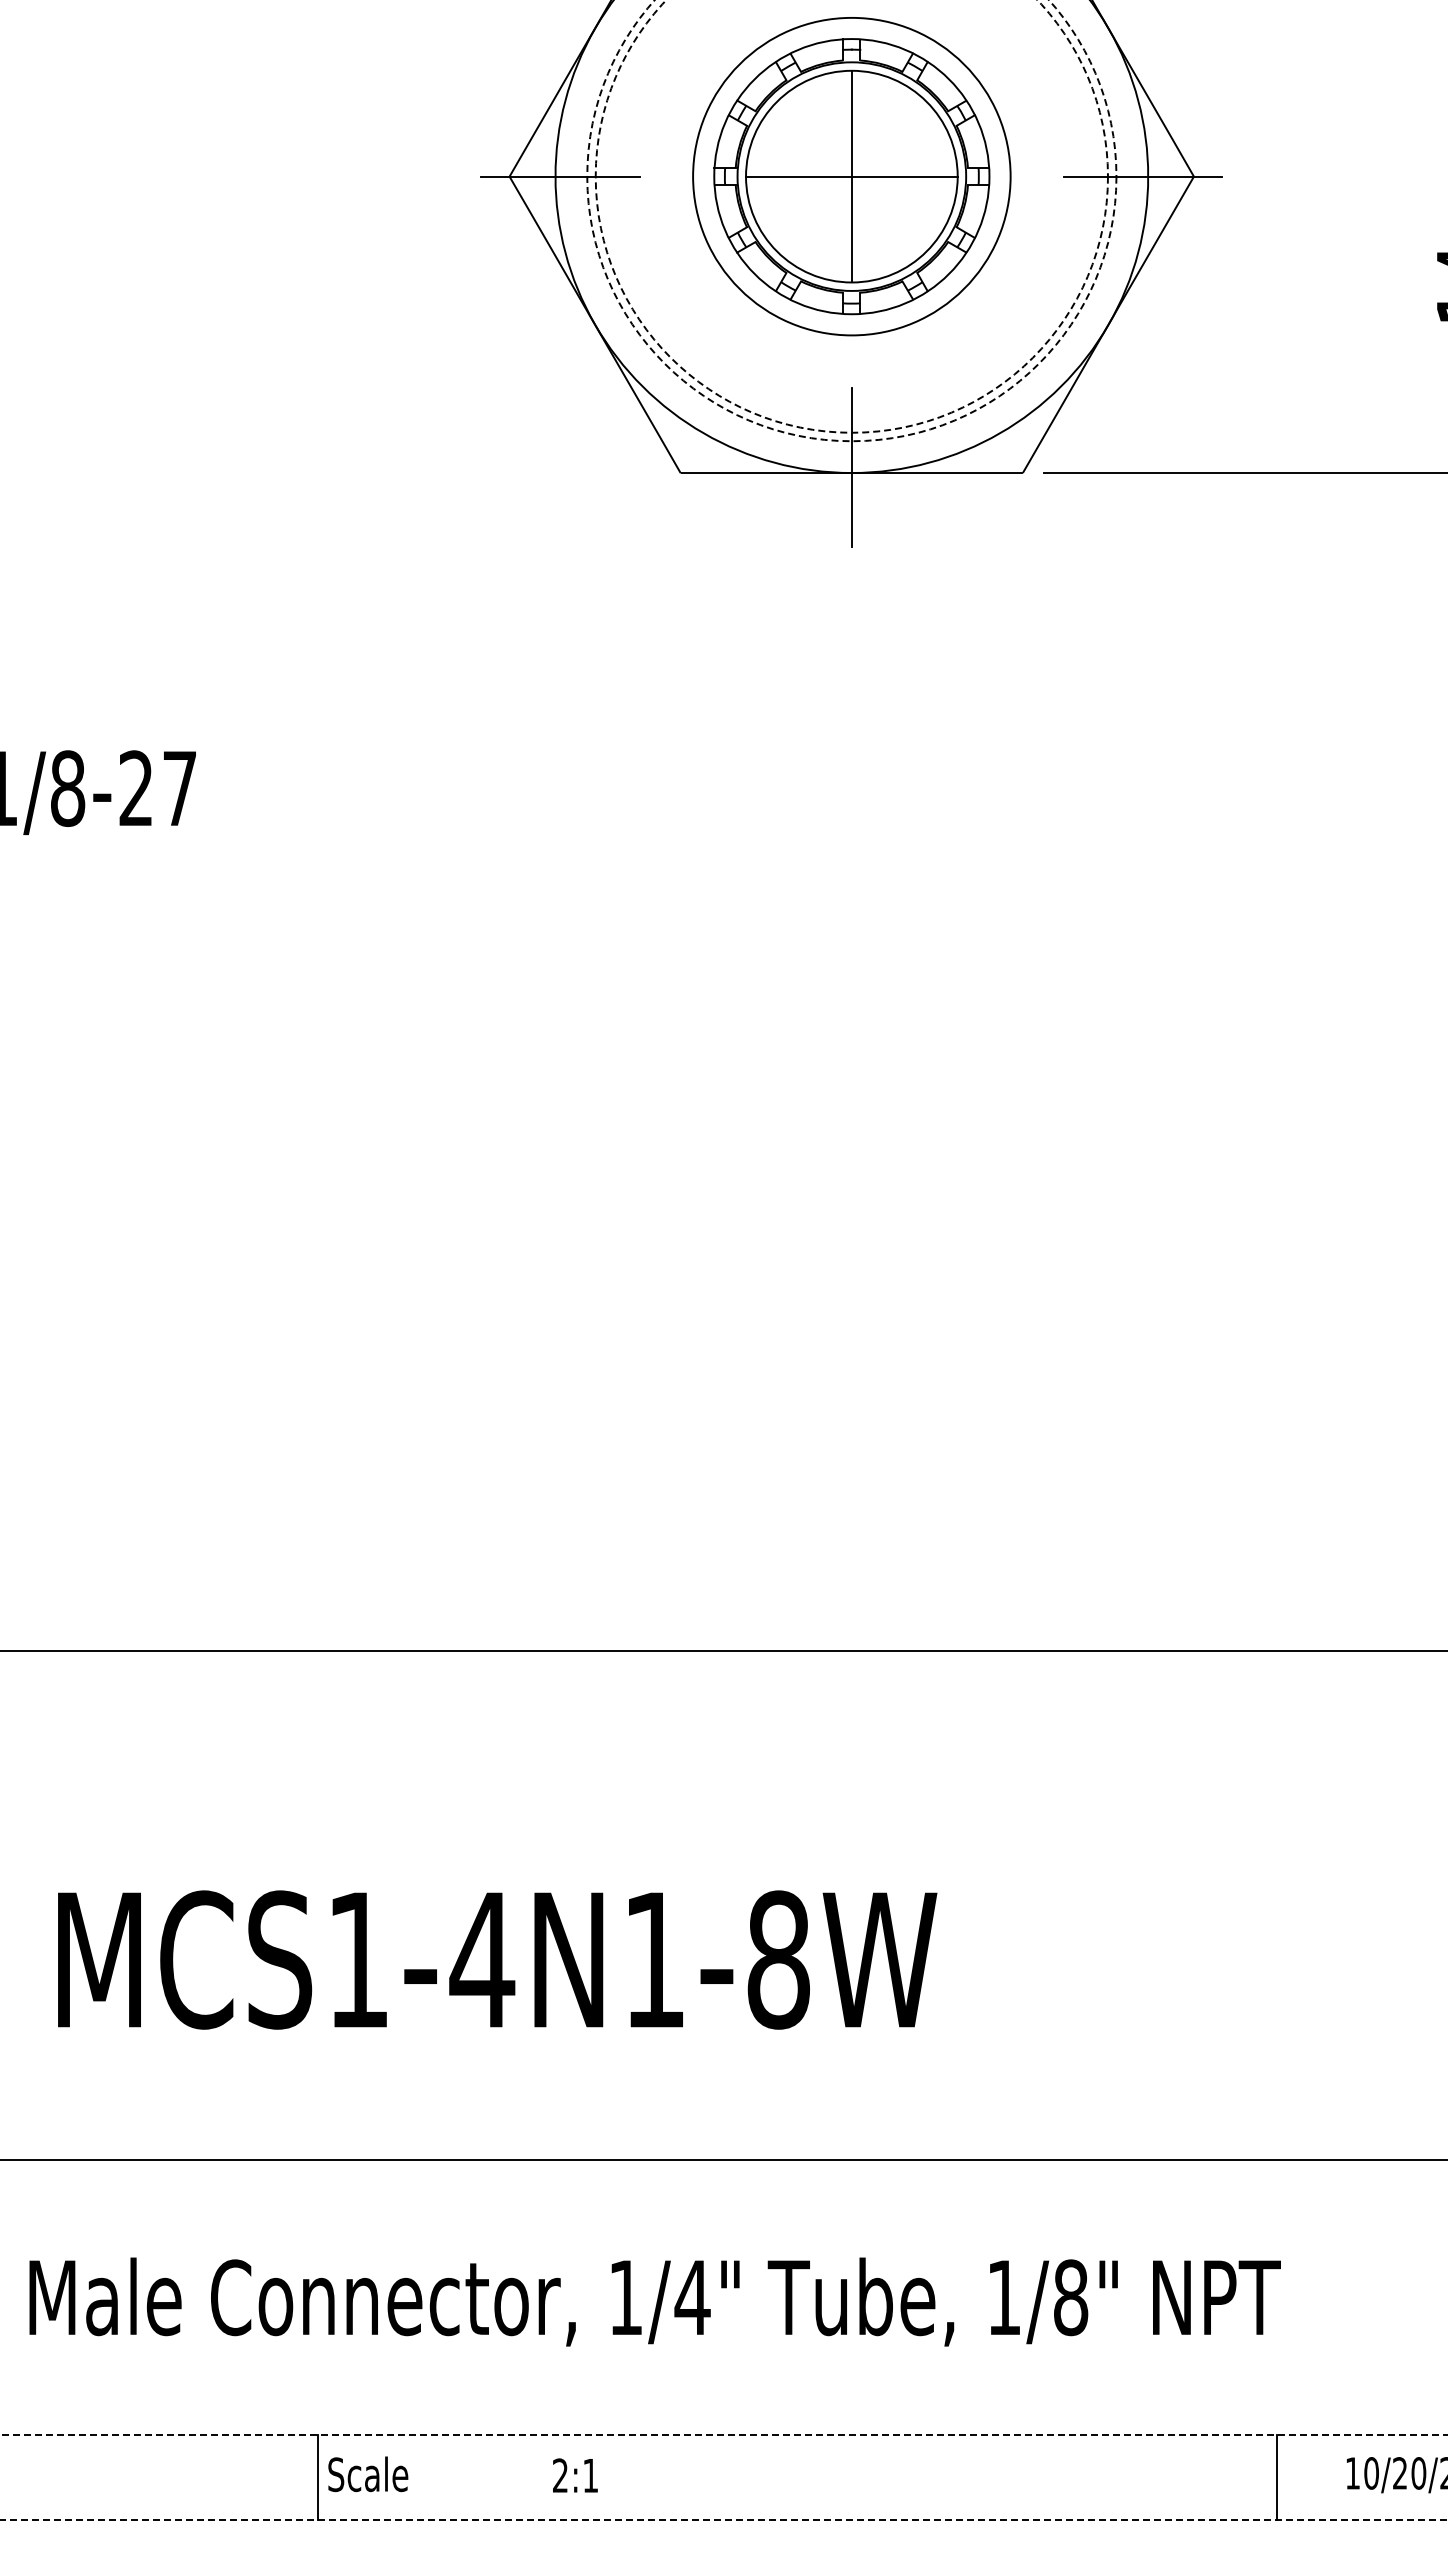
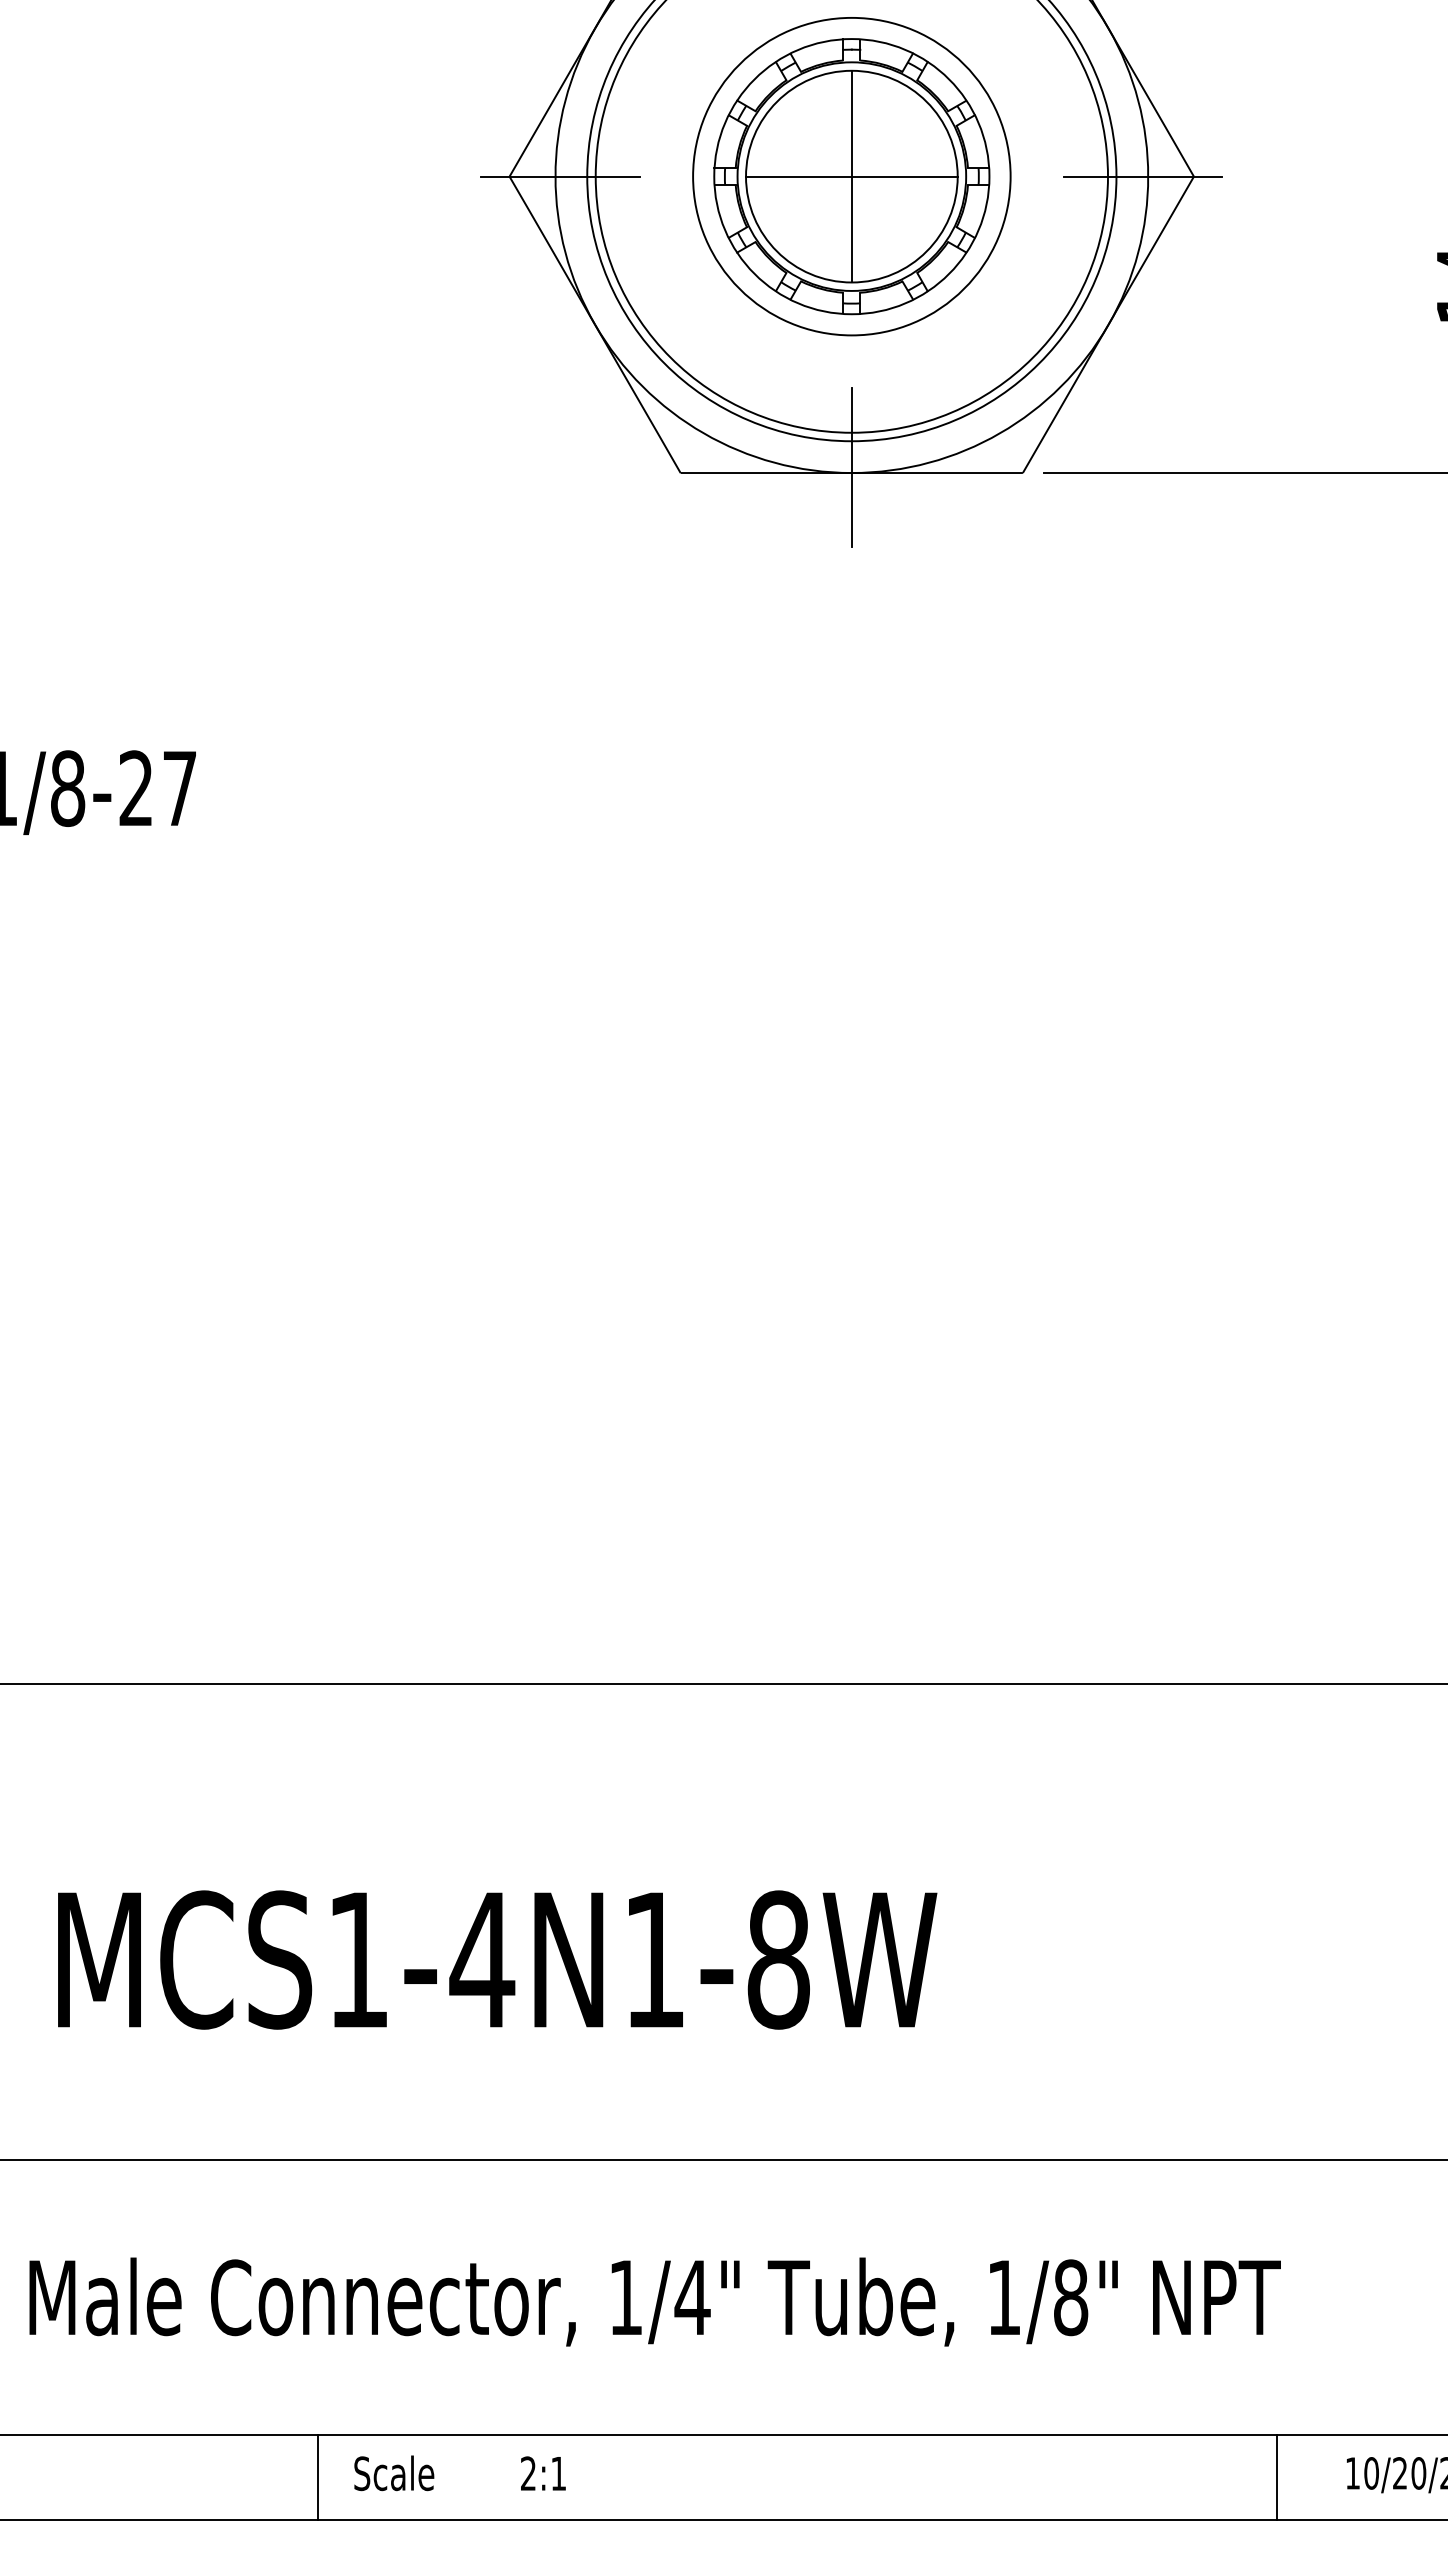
circle at (851, 216): dashed -> solid
circle at (851, 220): dashed -> solid
line at (723, 1651) position: (723, 1651) -> (723, 1684)
line at (724, 2435): dashed -> solid
text at (368, 2474) position: (368, 2474) -> (394, 2473)
text at (575, 2475) position: (575, 2475) -> (543, 2473)
line at (724, 2519): dashed -> solid
